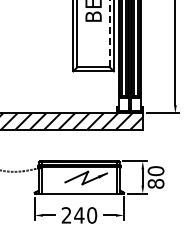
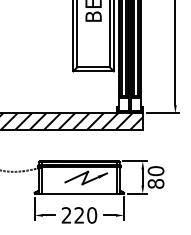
line at (109, 33): dashed -> solid
text at (79, 215): 240 -> 220
